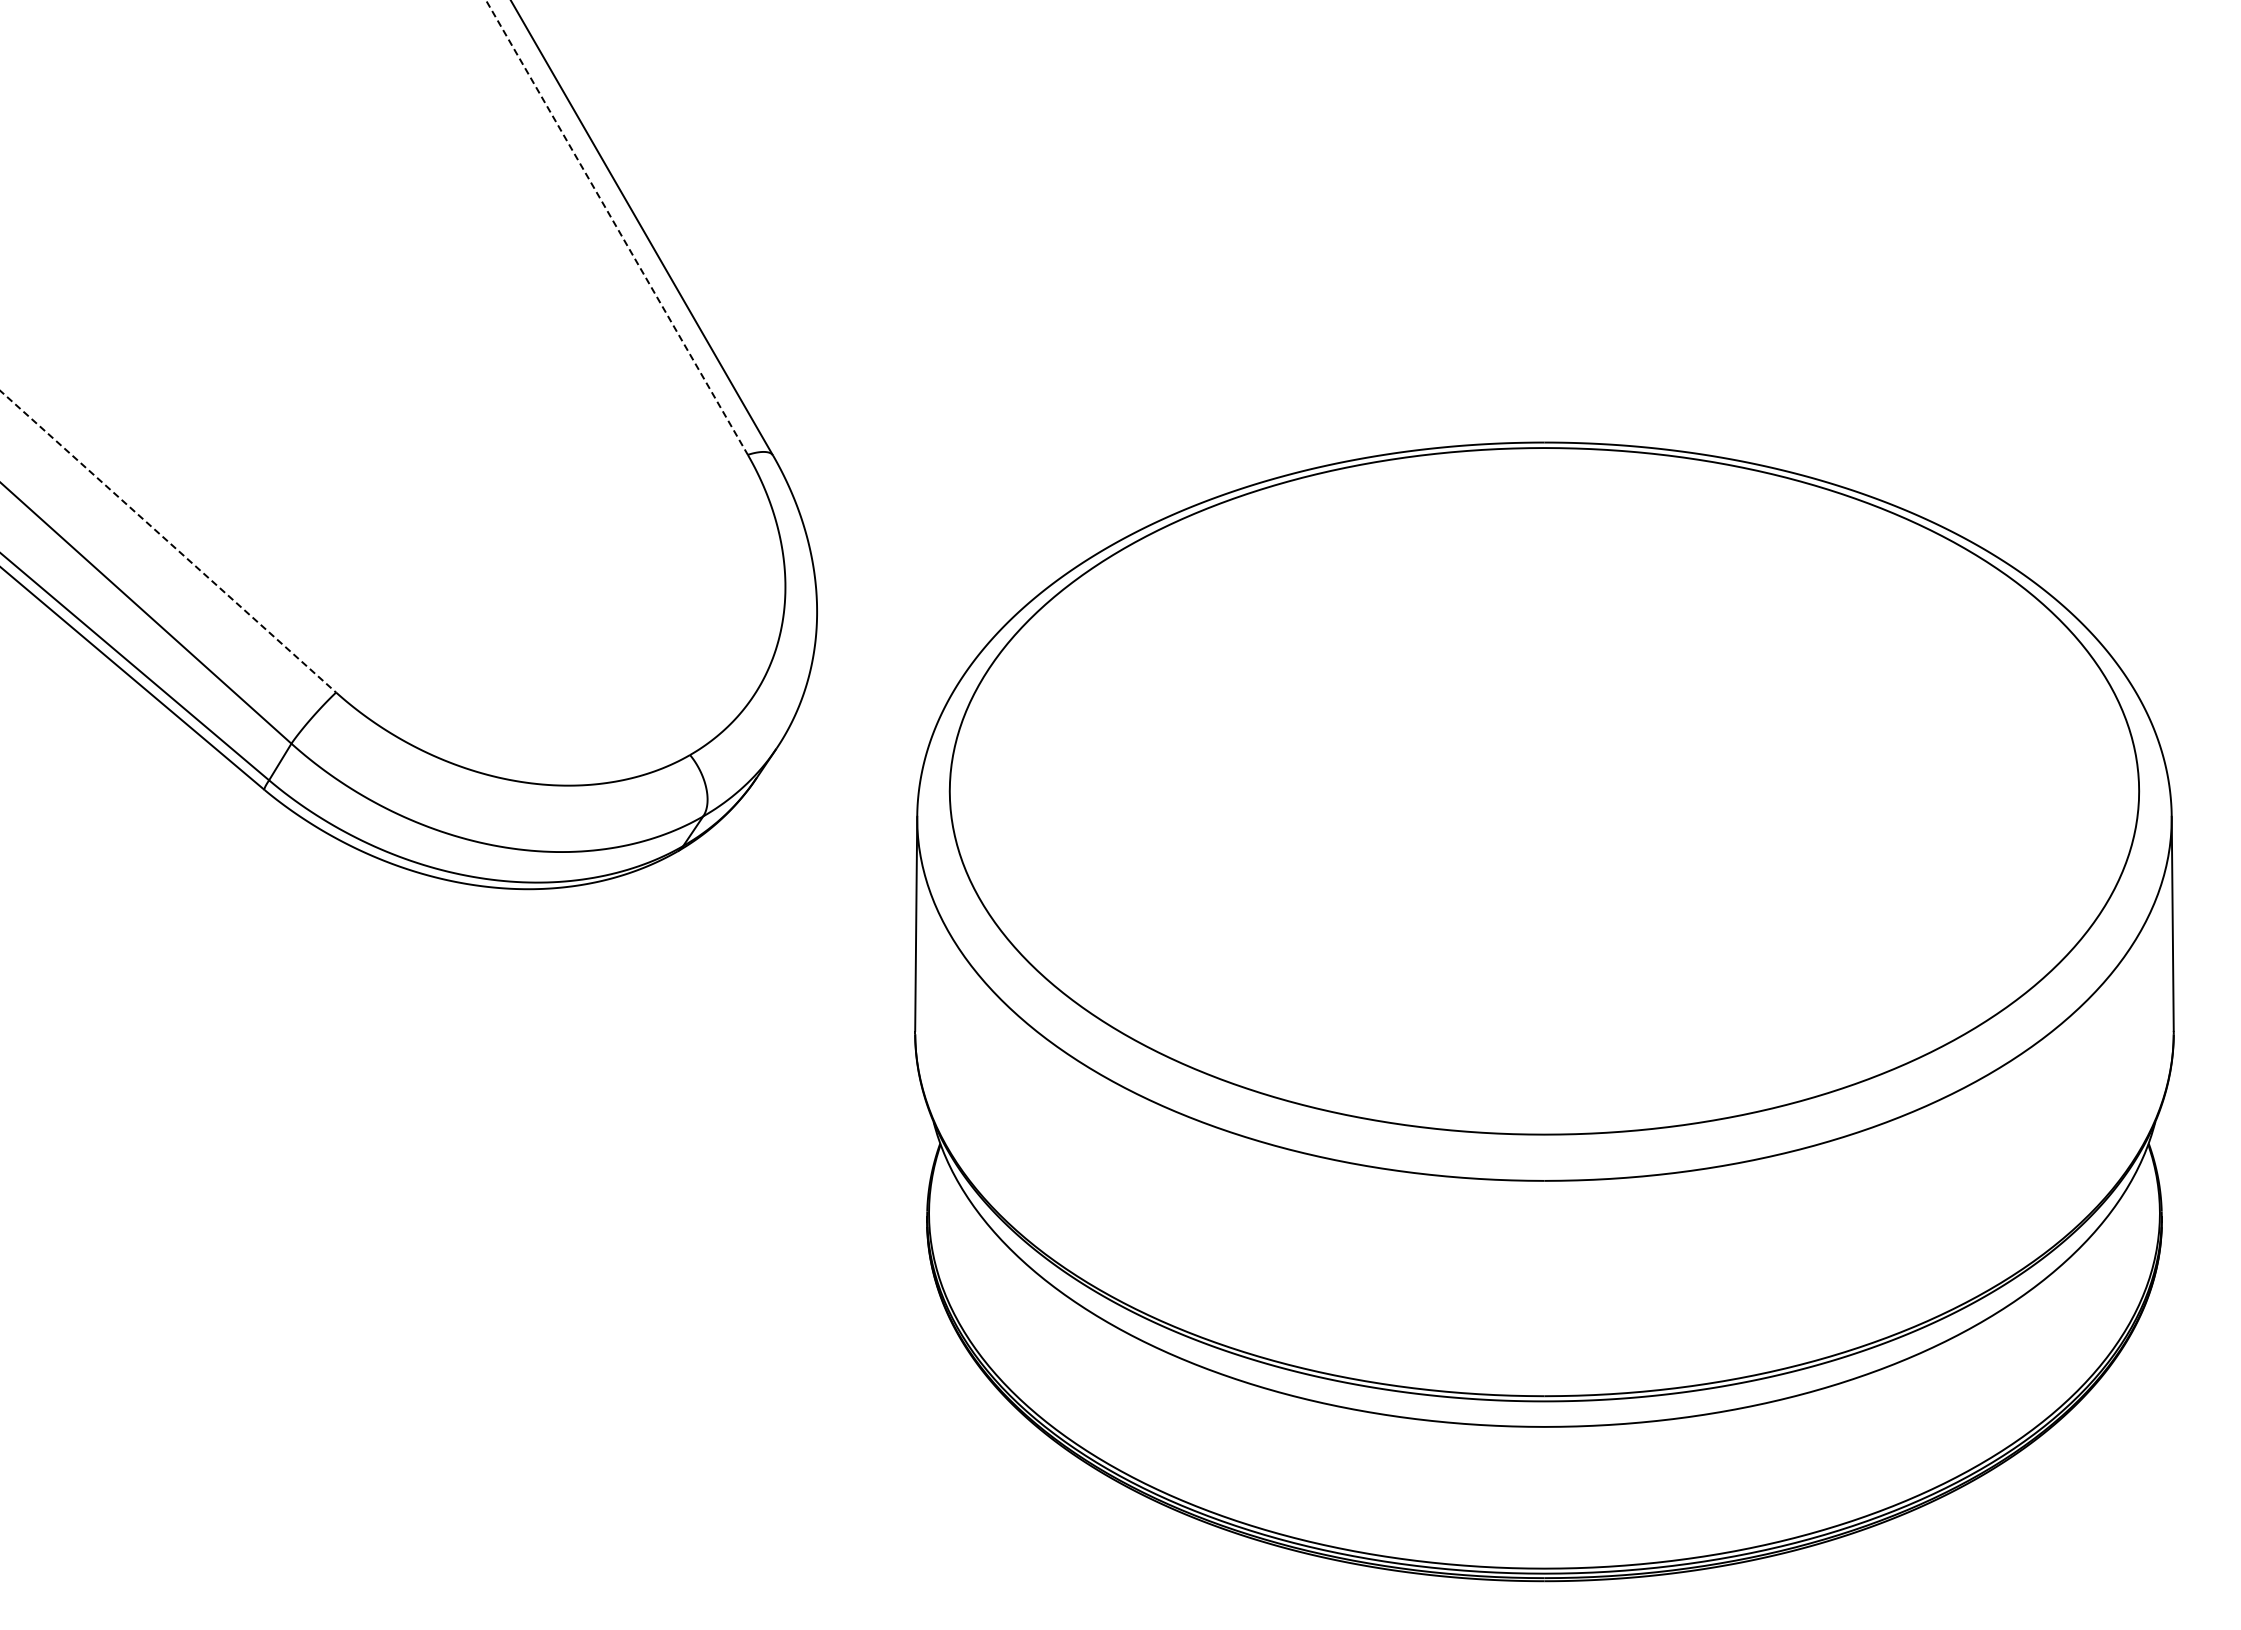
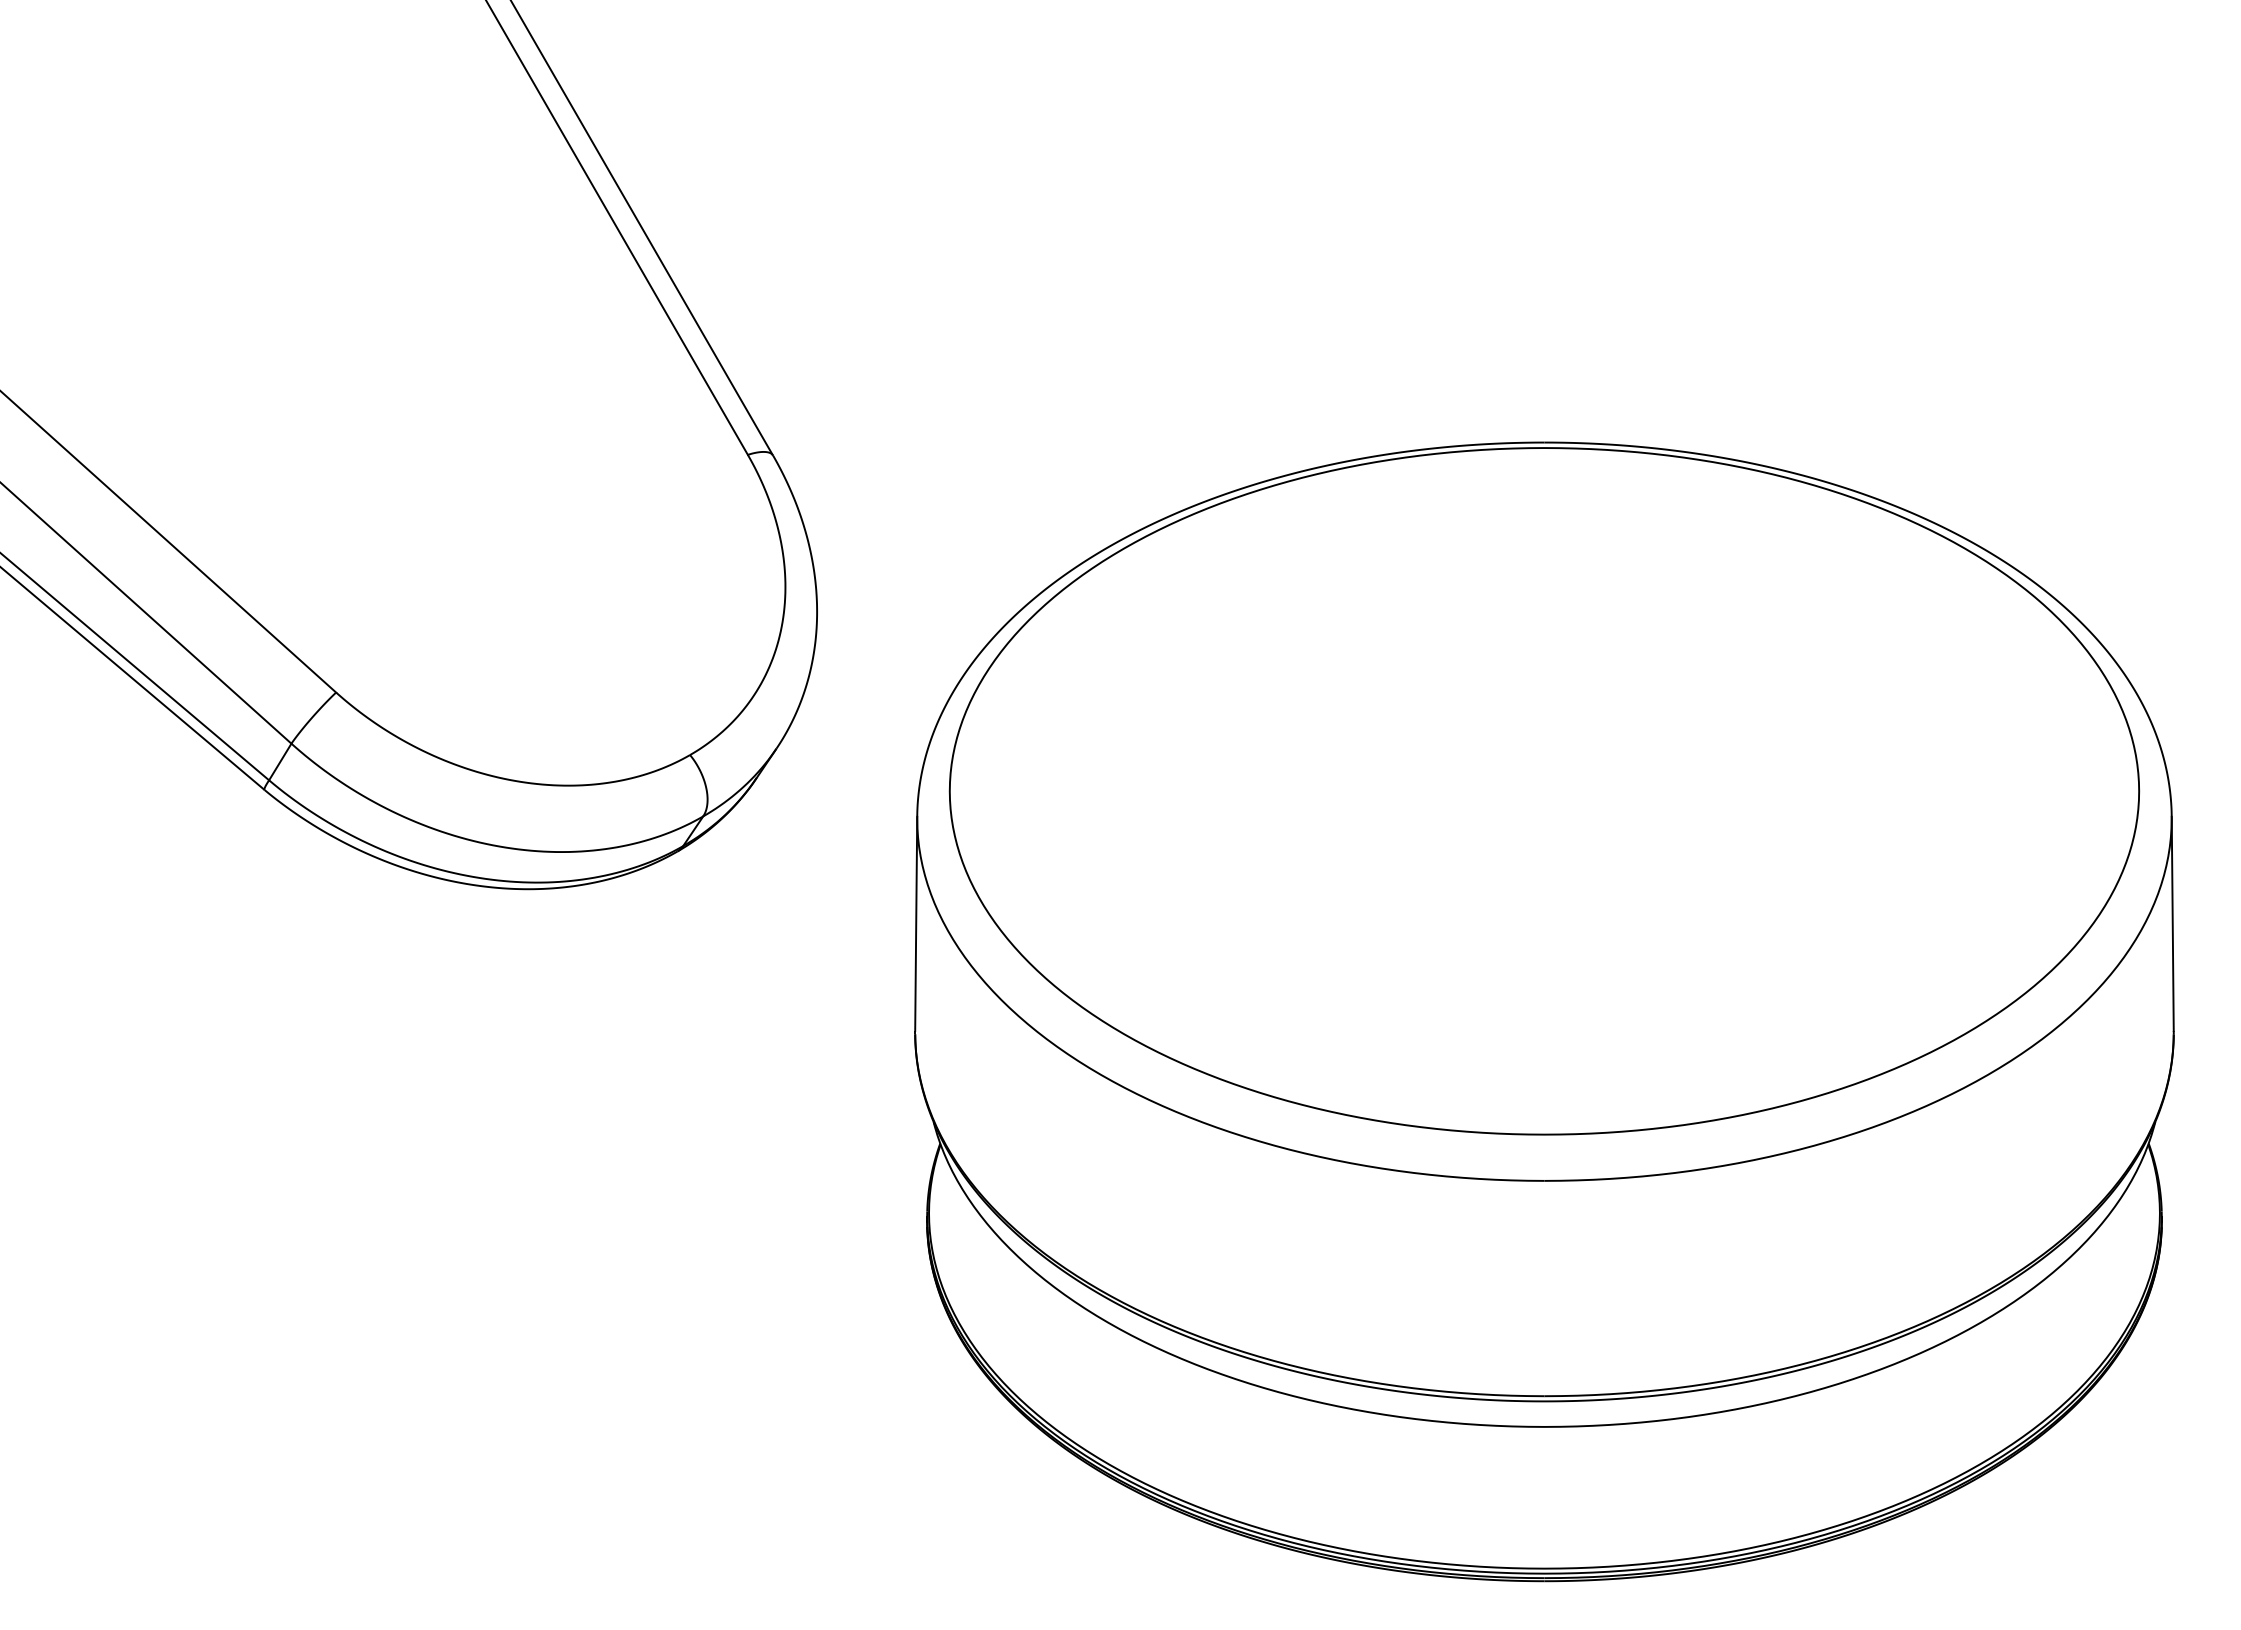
line at (617, 228): dashed -> solid
line at (168, 541): dashed -> solid
